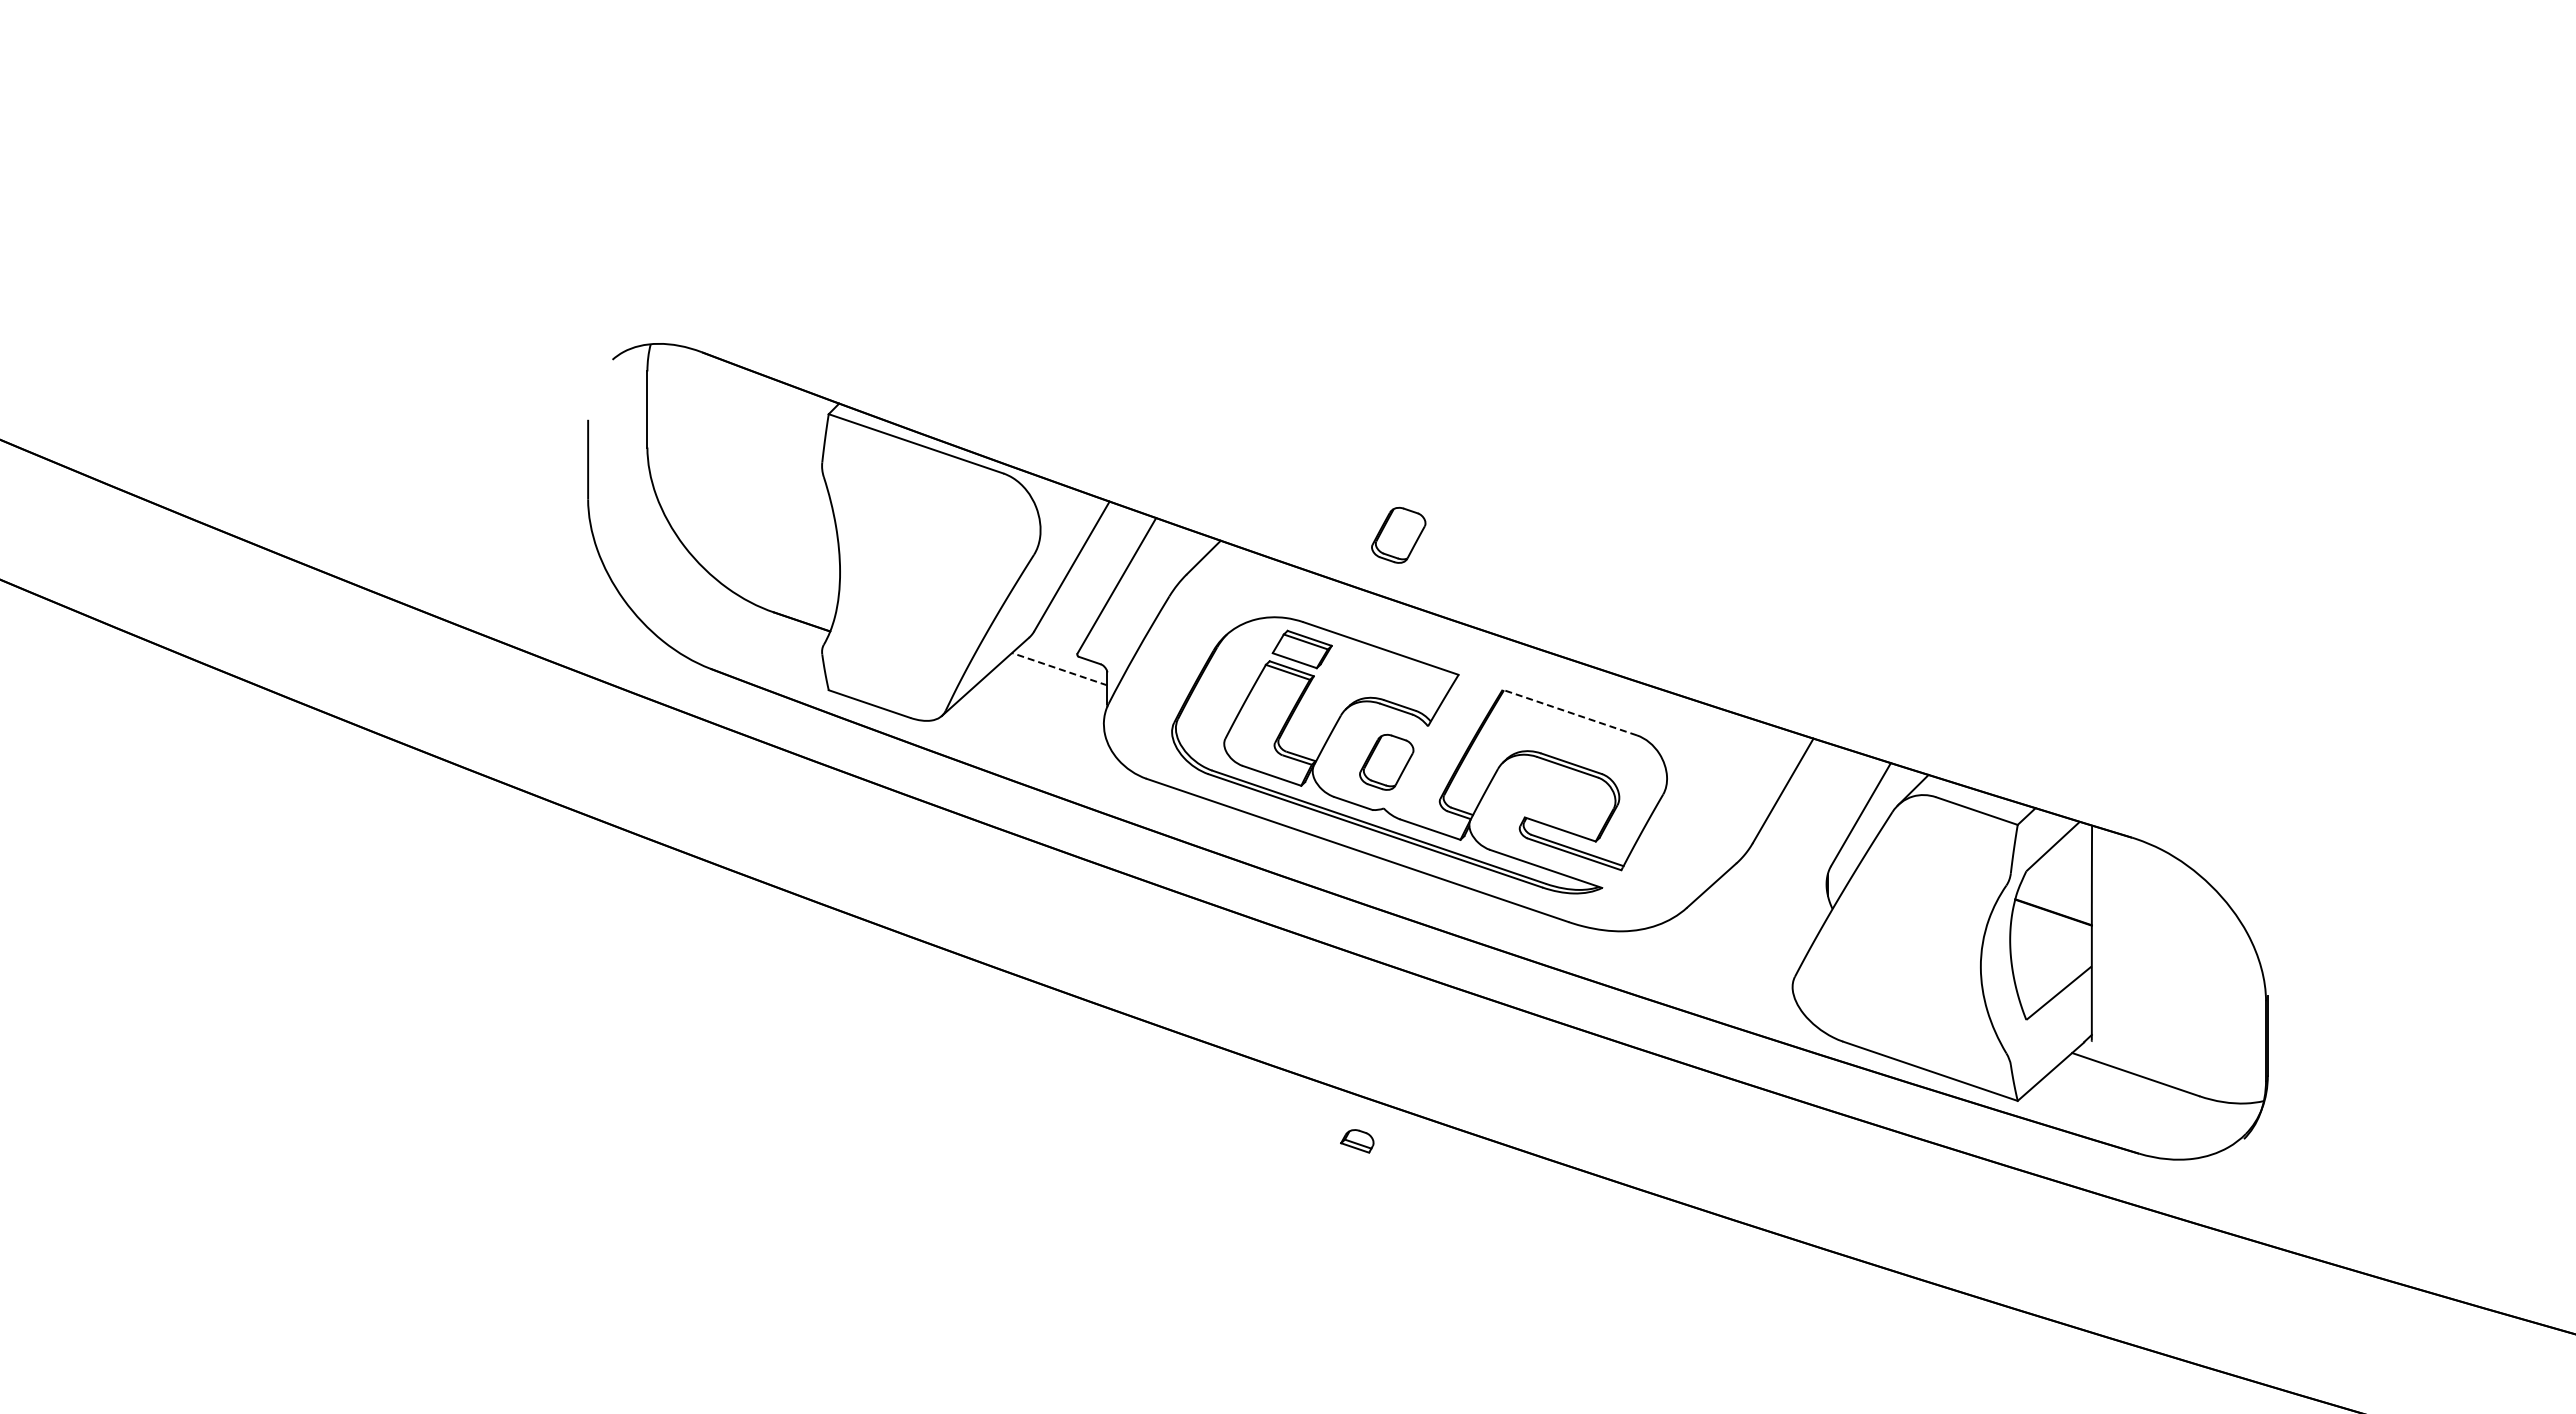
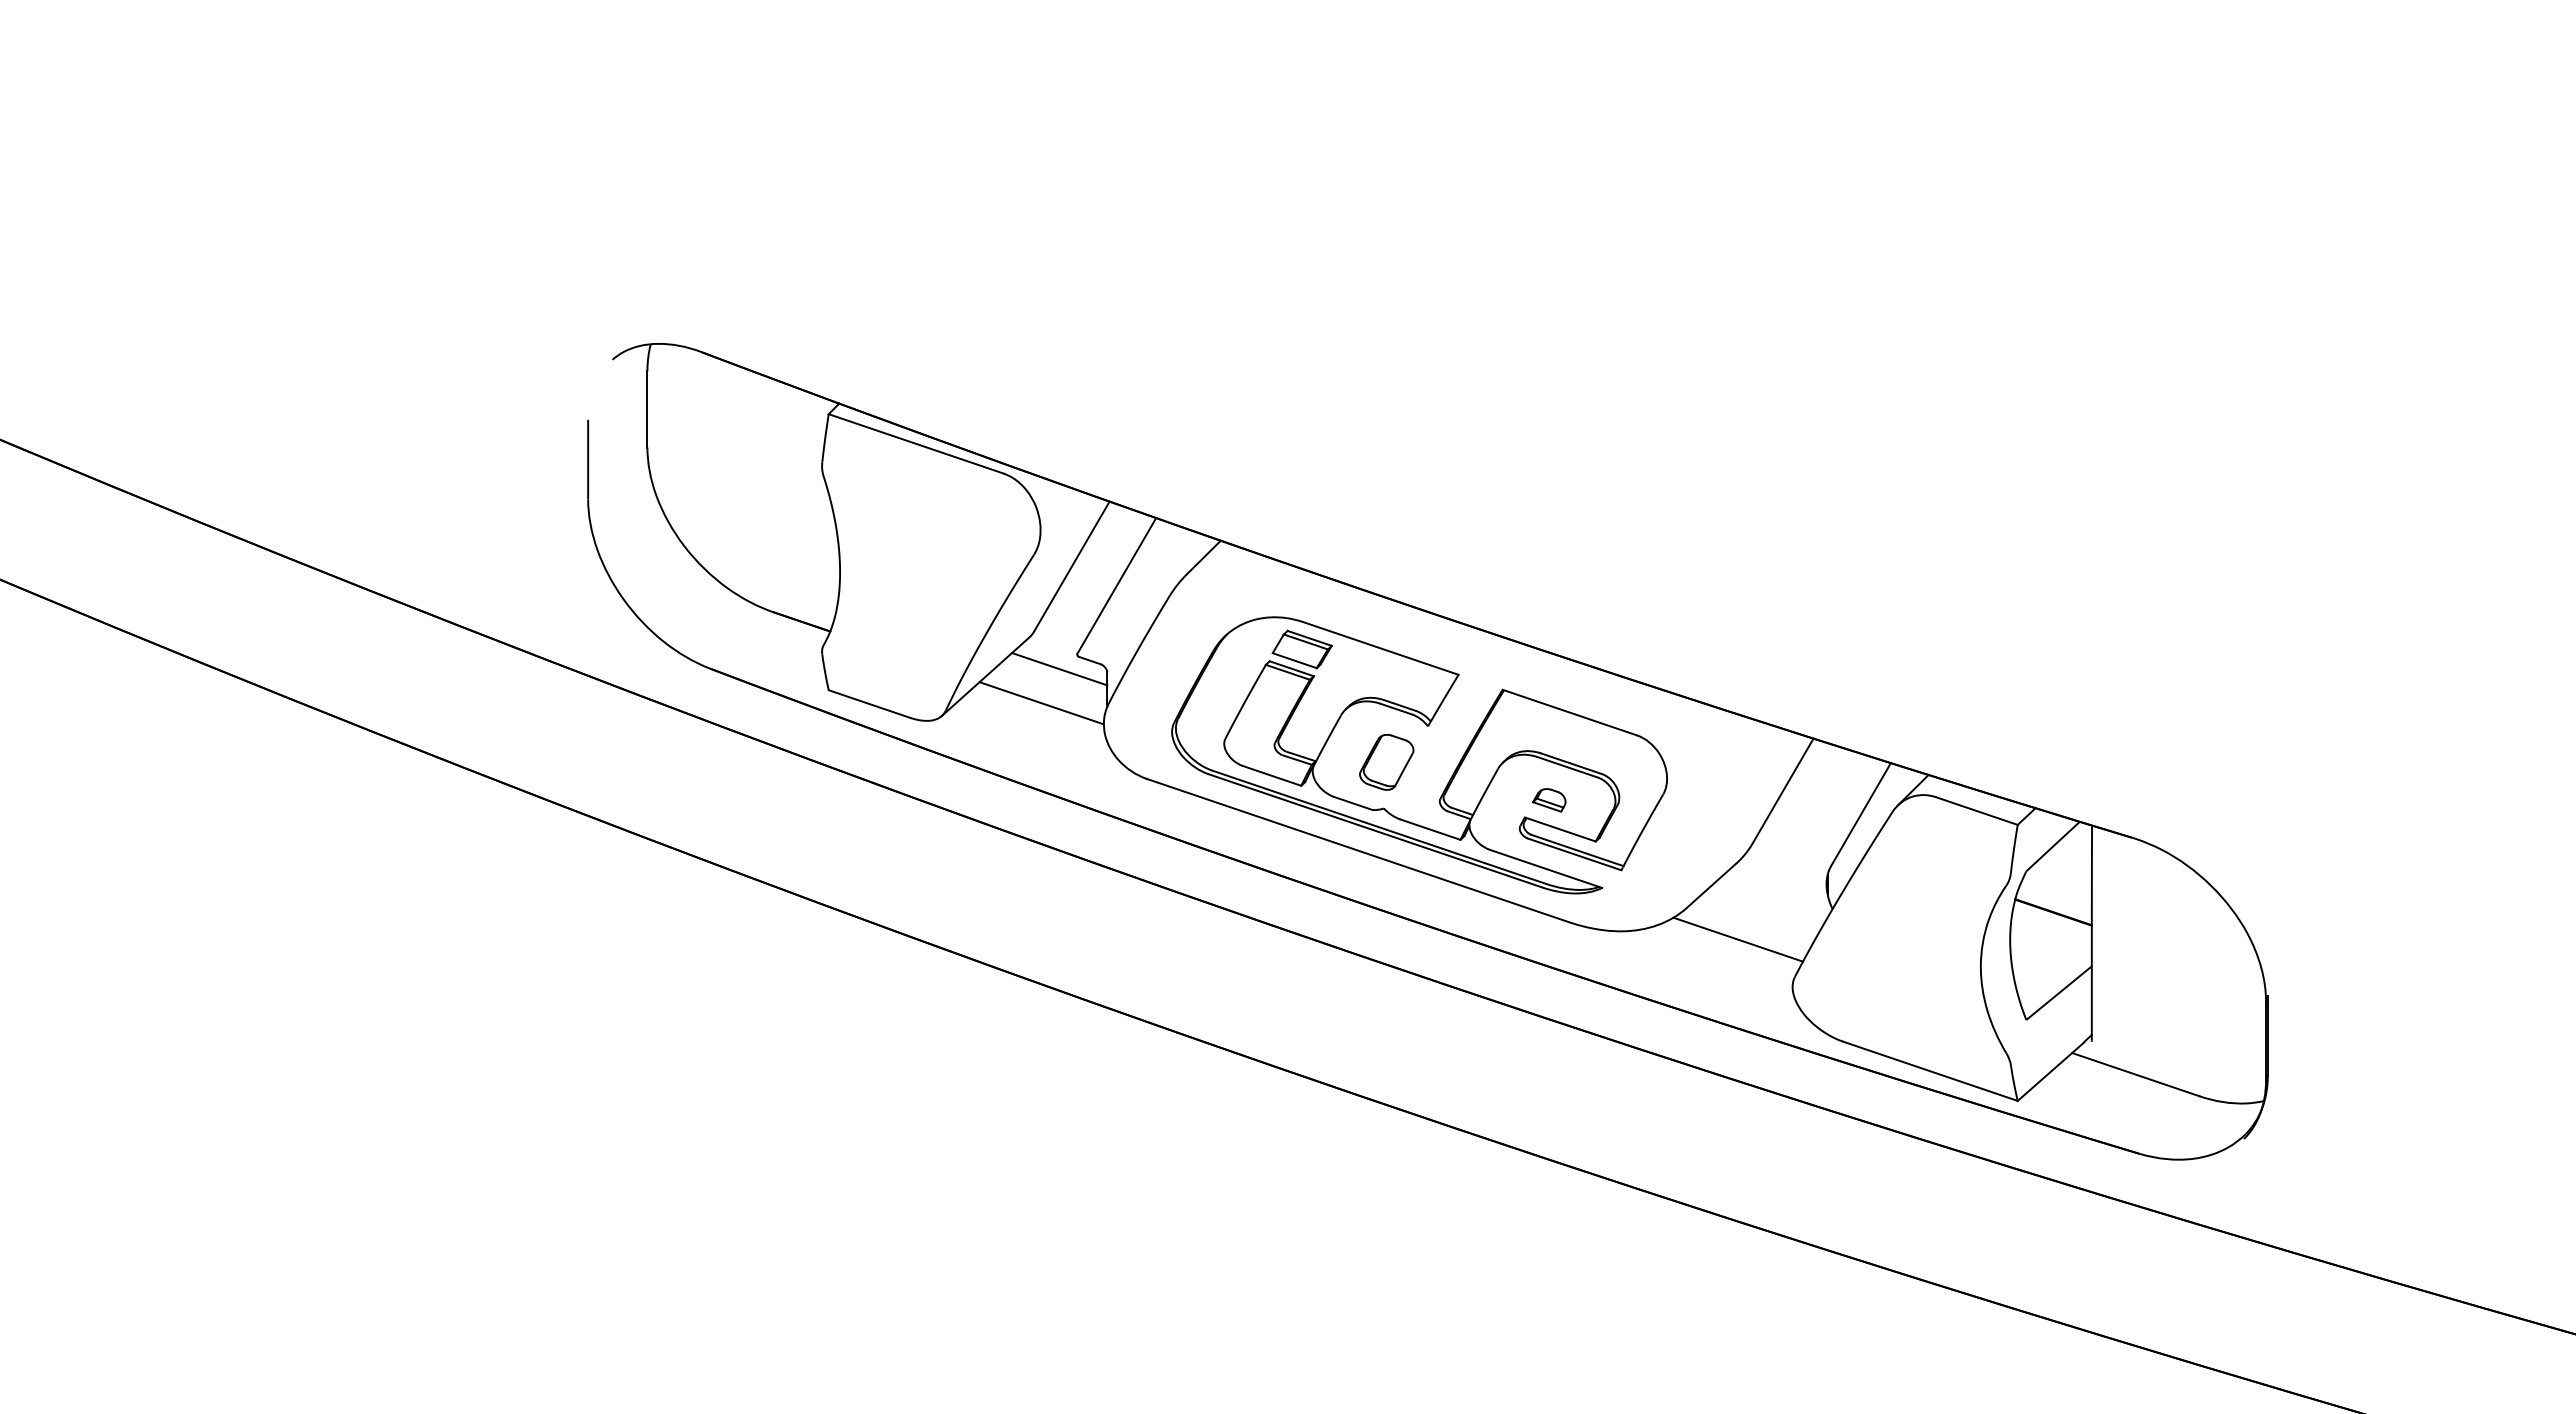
part at (1398, 534): present -> none
line at (1059, 669): dashed -> solid
line at (1041, 703): none -> present
line at (1569, 712): dashed -> solid
line at (1738, 939): none -> present
part at (1357, 1141) position: (1357, 1141) -> (1549, 800)
